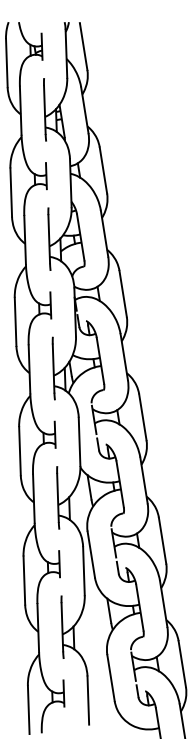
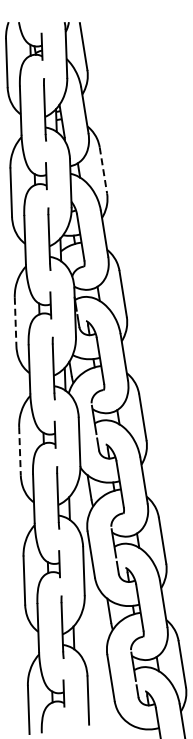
line at (103, 170): solid -> dashed
line at (15, 322): solid -> dashed
line at (20, 451): solid -> dashed
